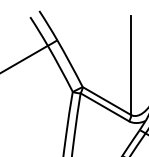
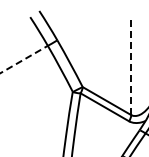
line at (24, 59): solid -> dashed
line at (131, 65): solid -> dashed
